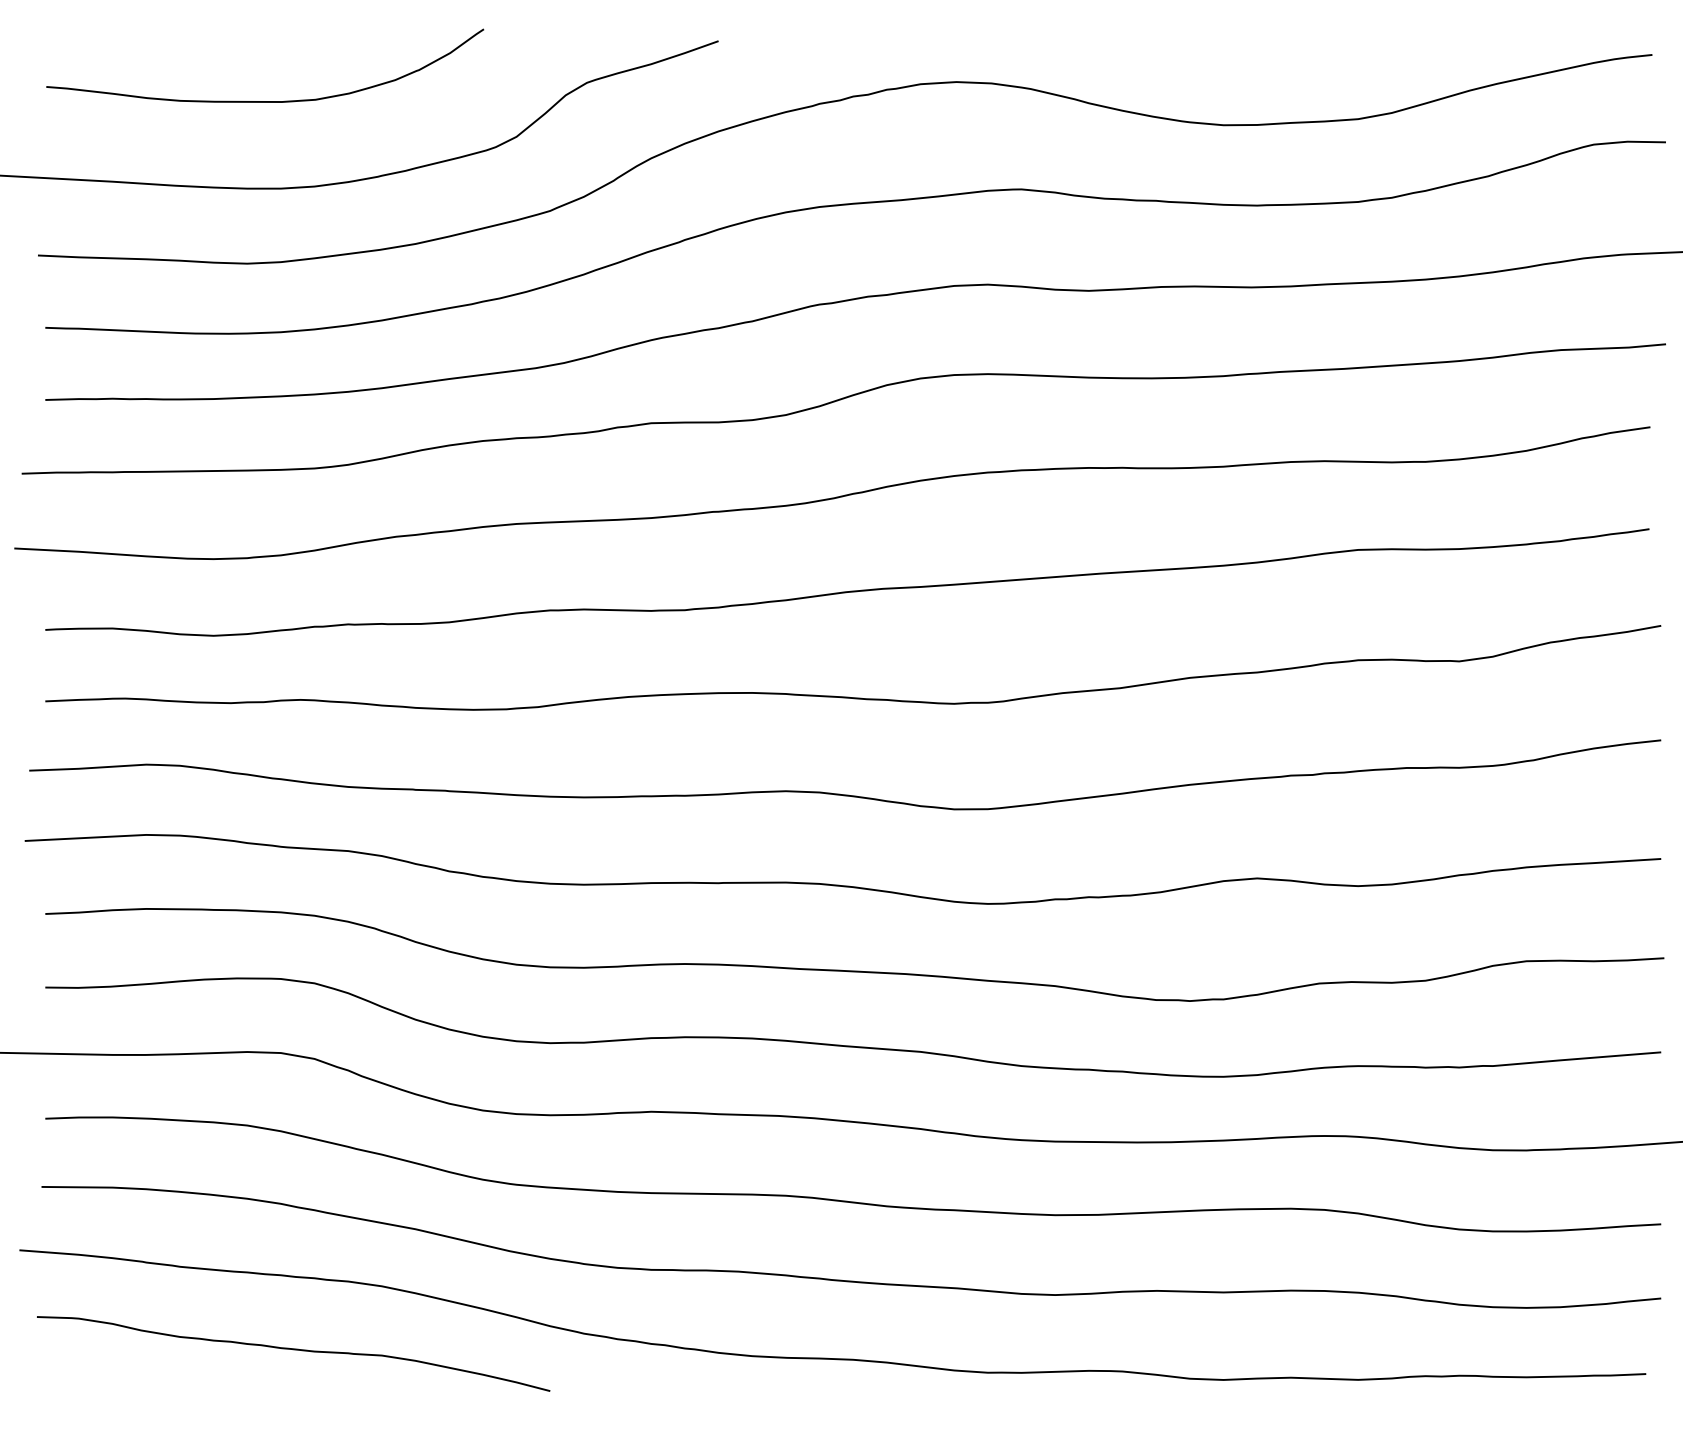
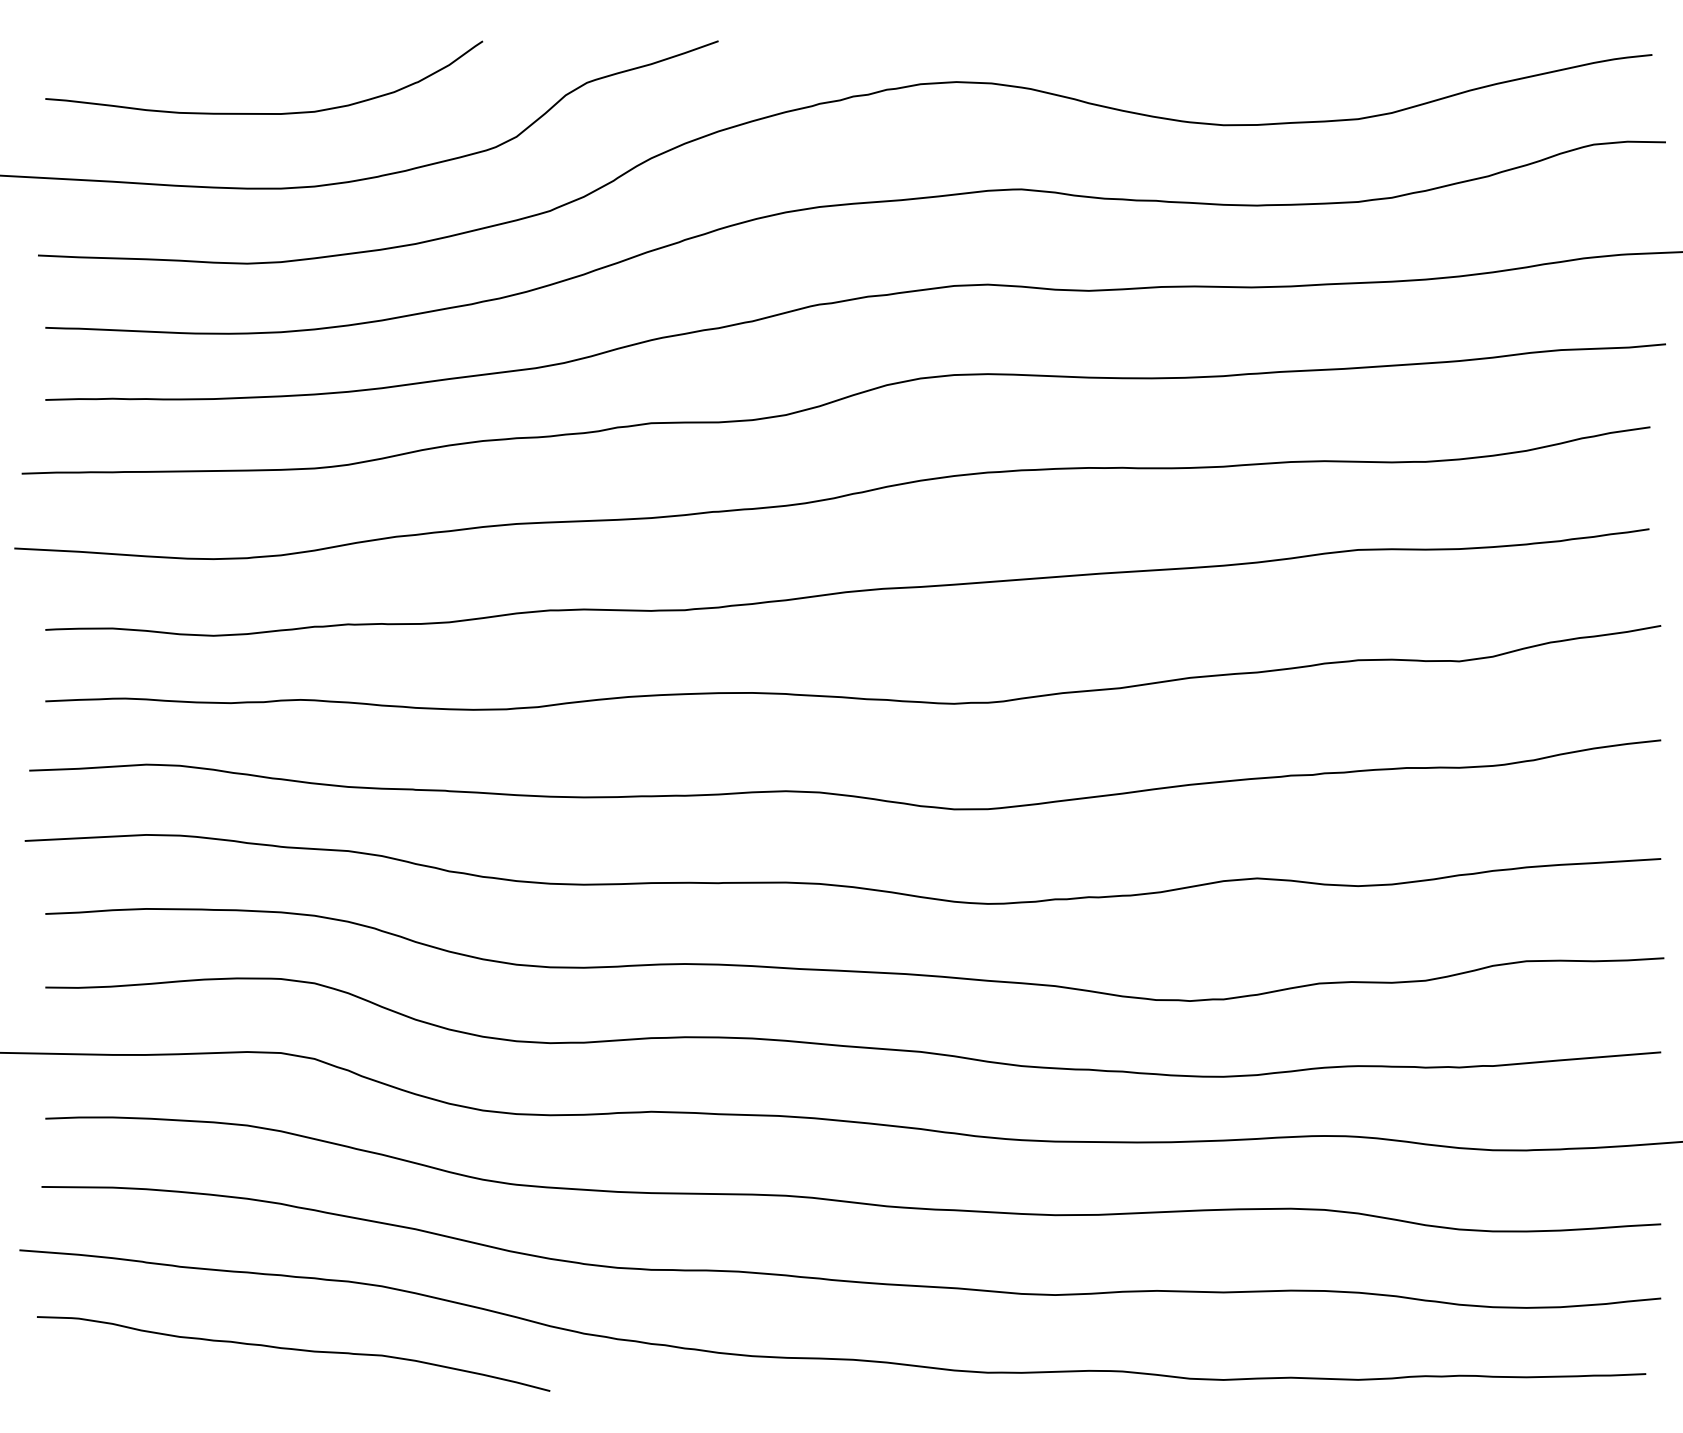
curve at (265, 101) position: (265, 101) -> (264, 113)
